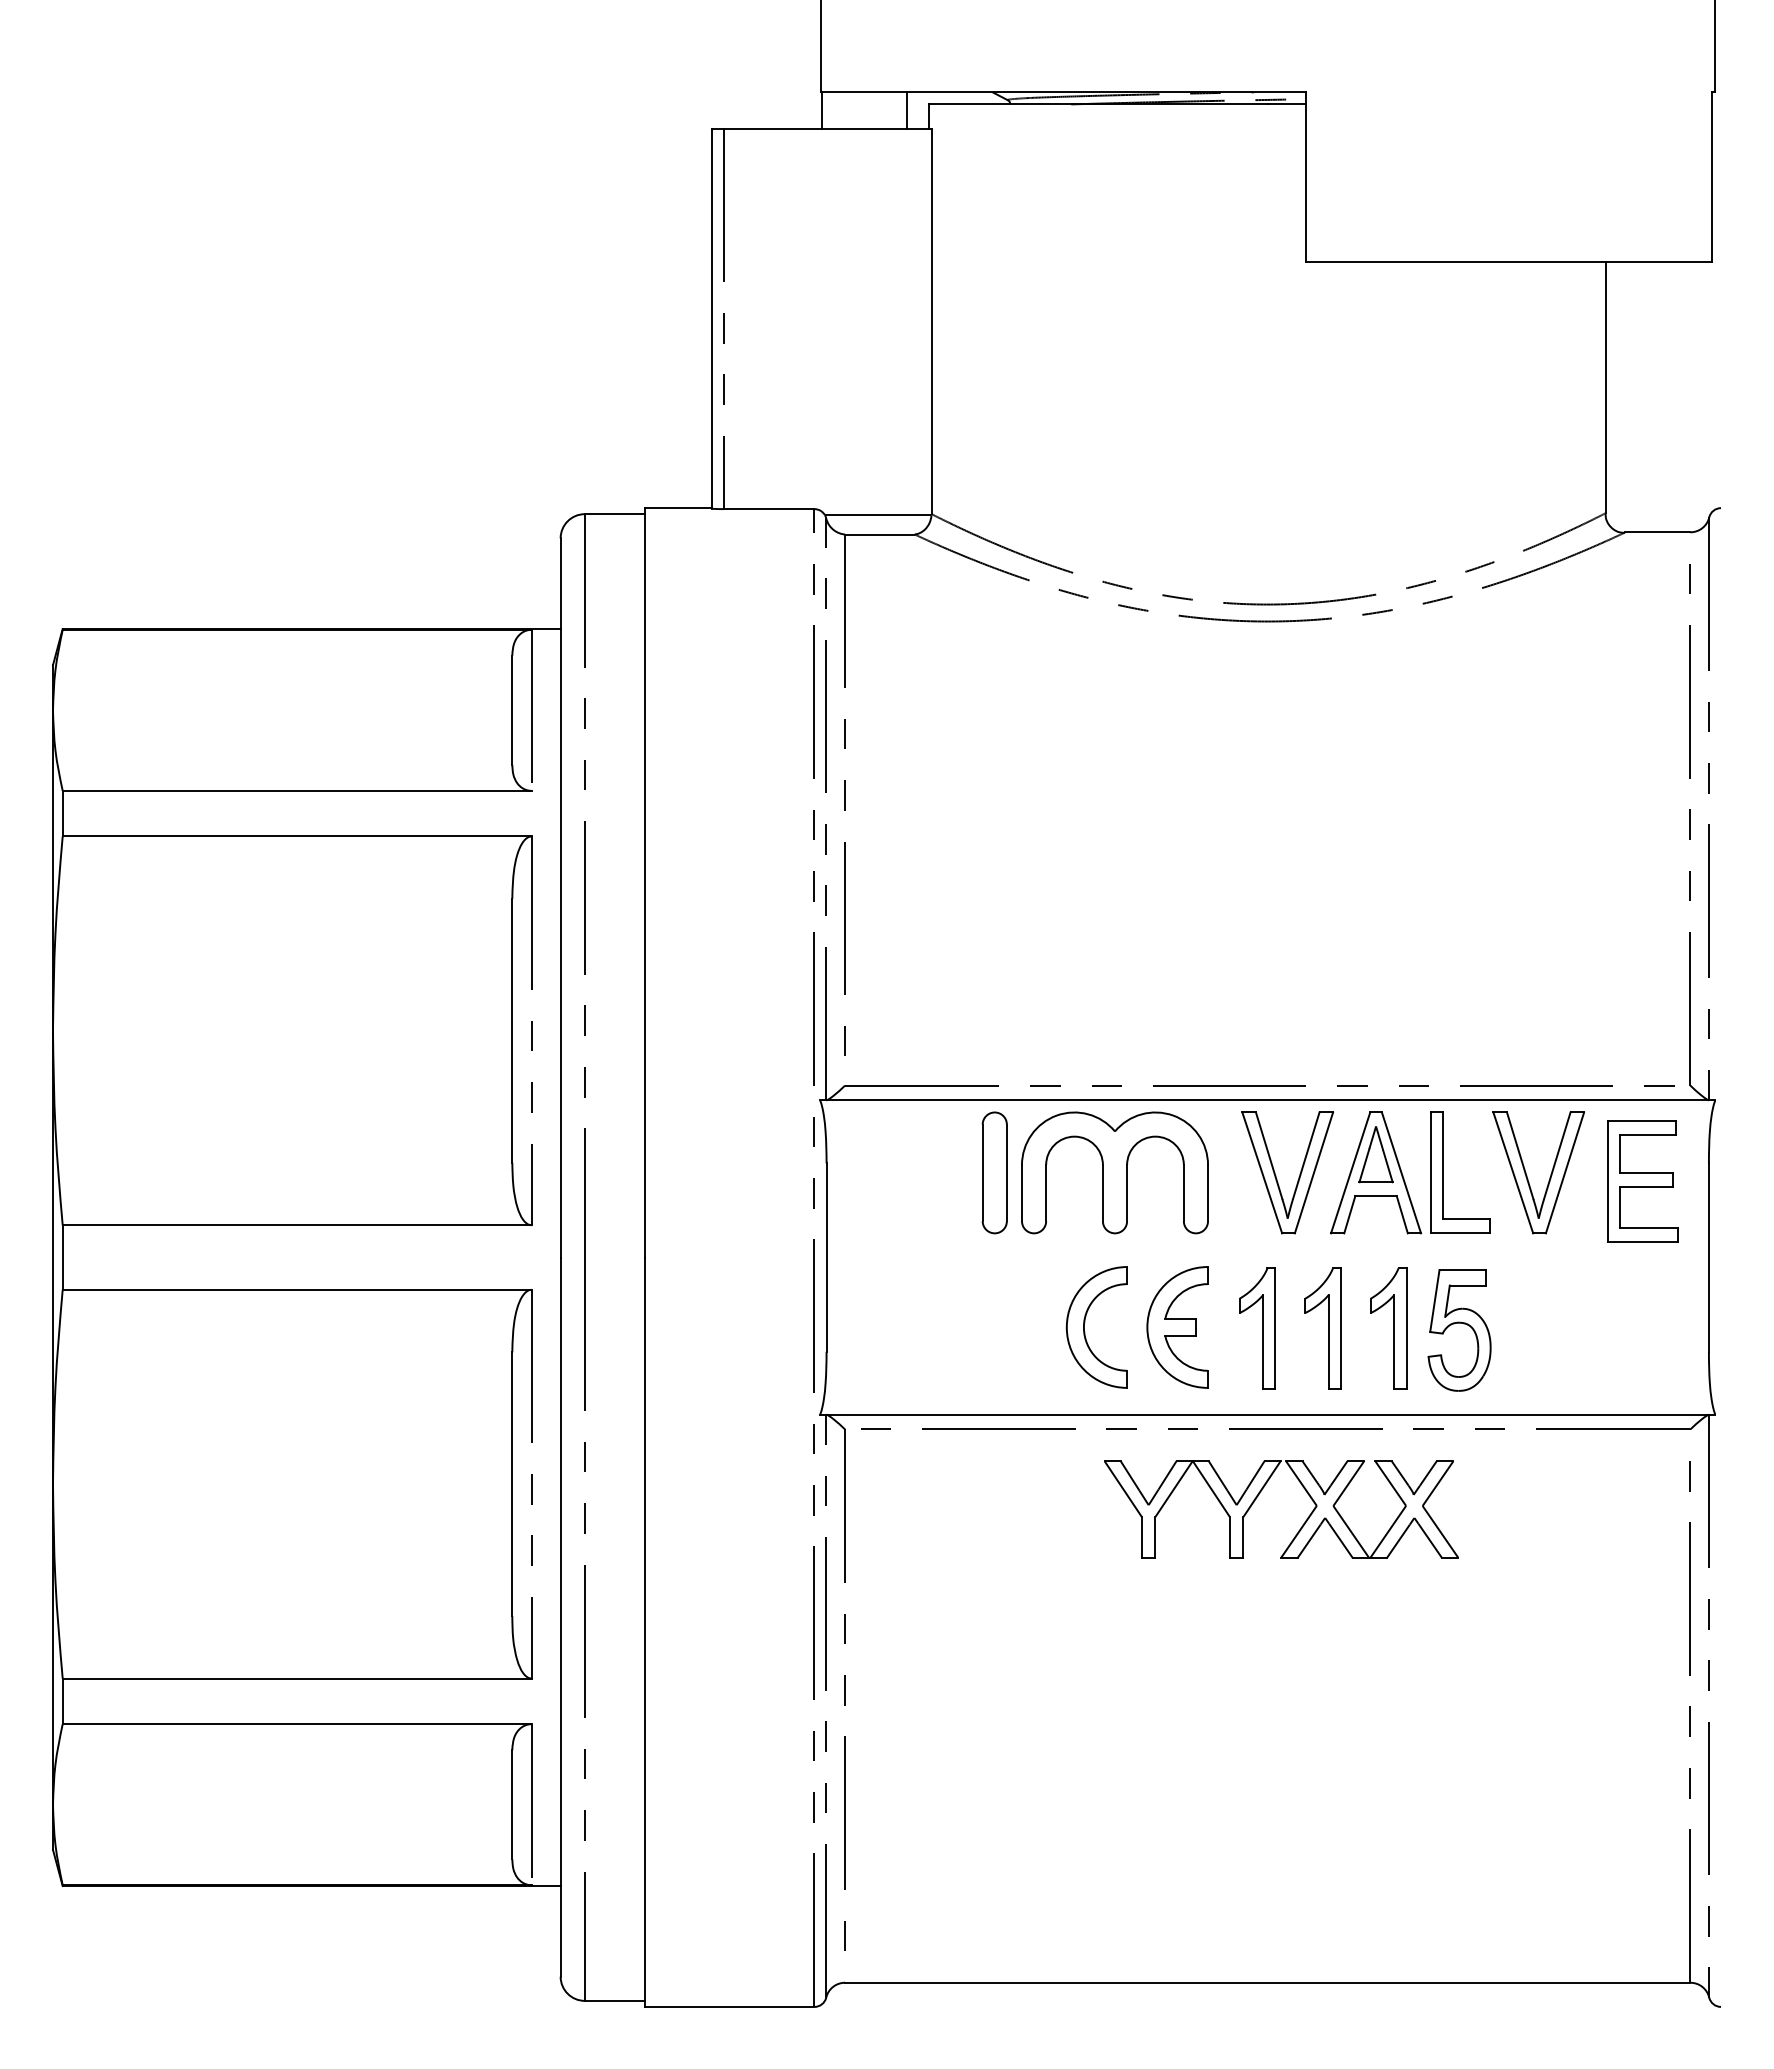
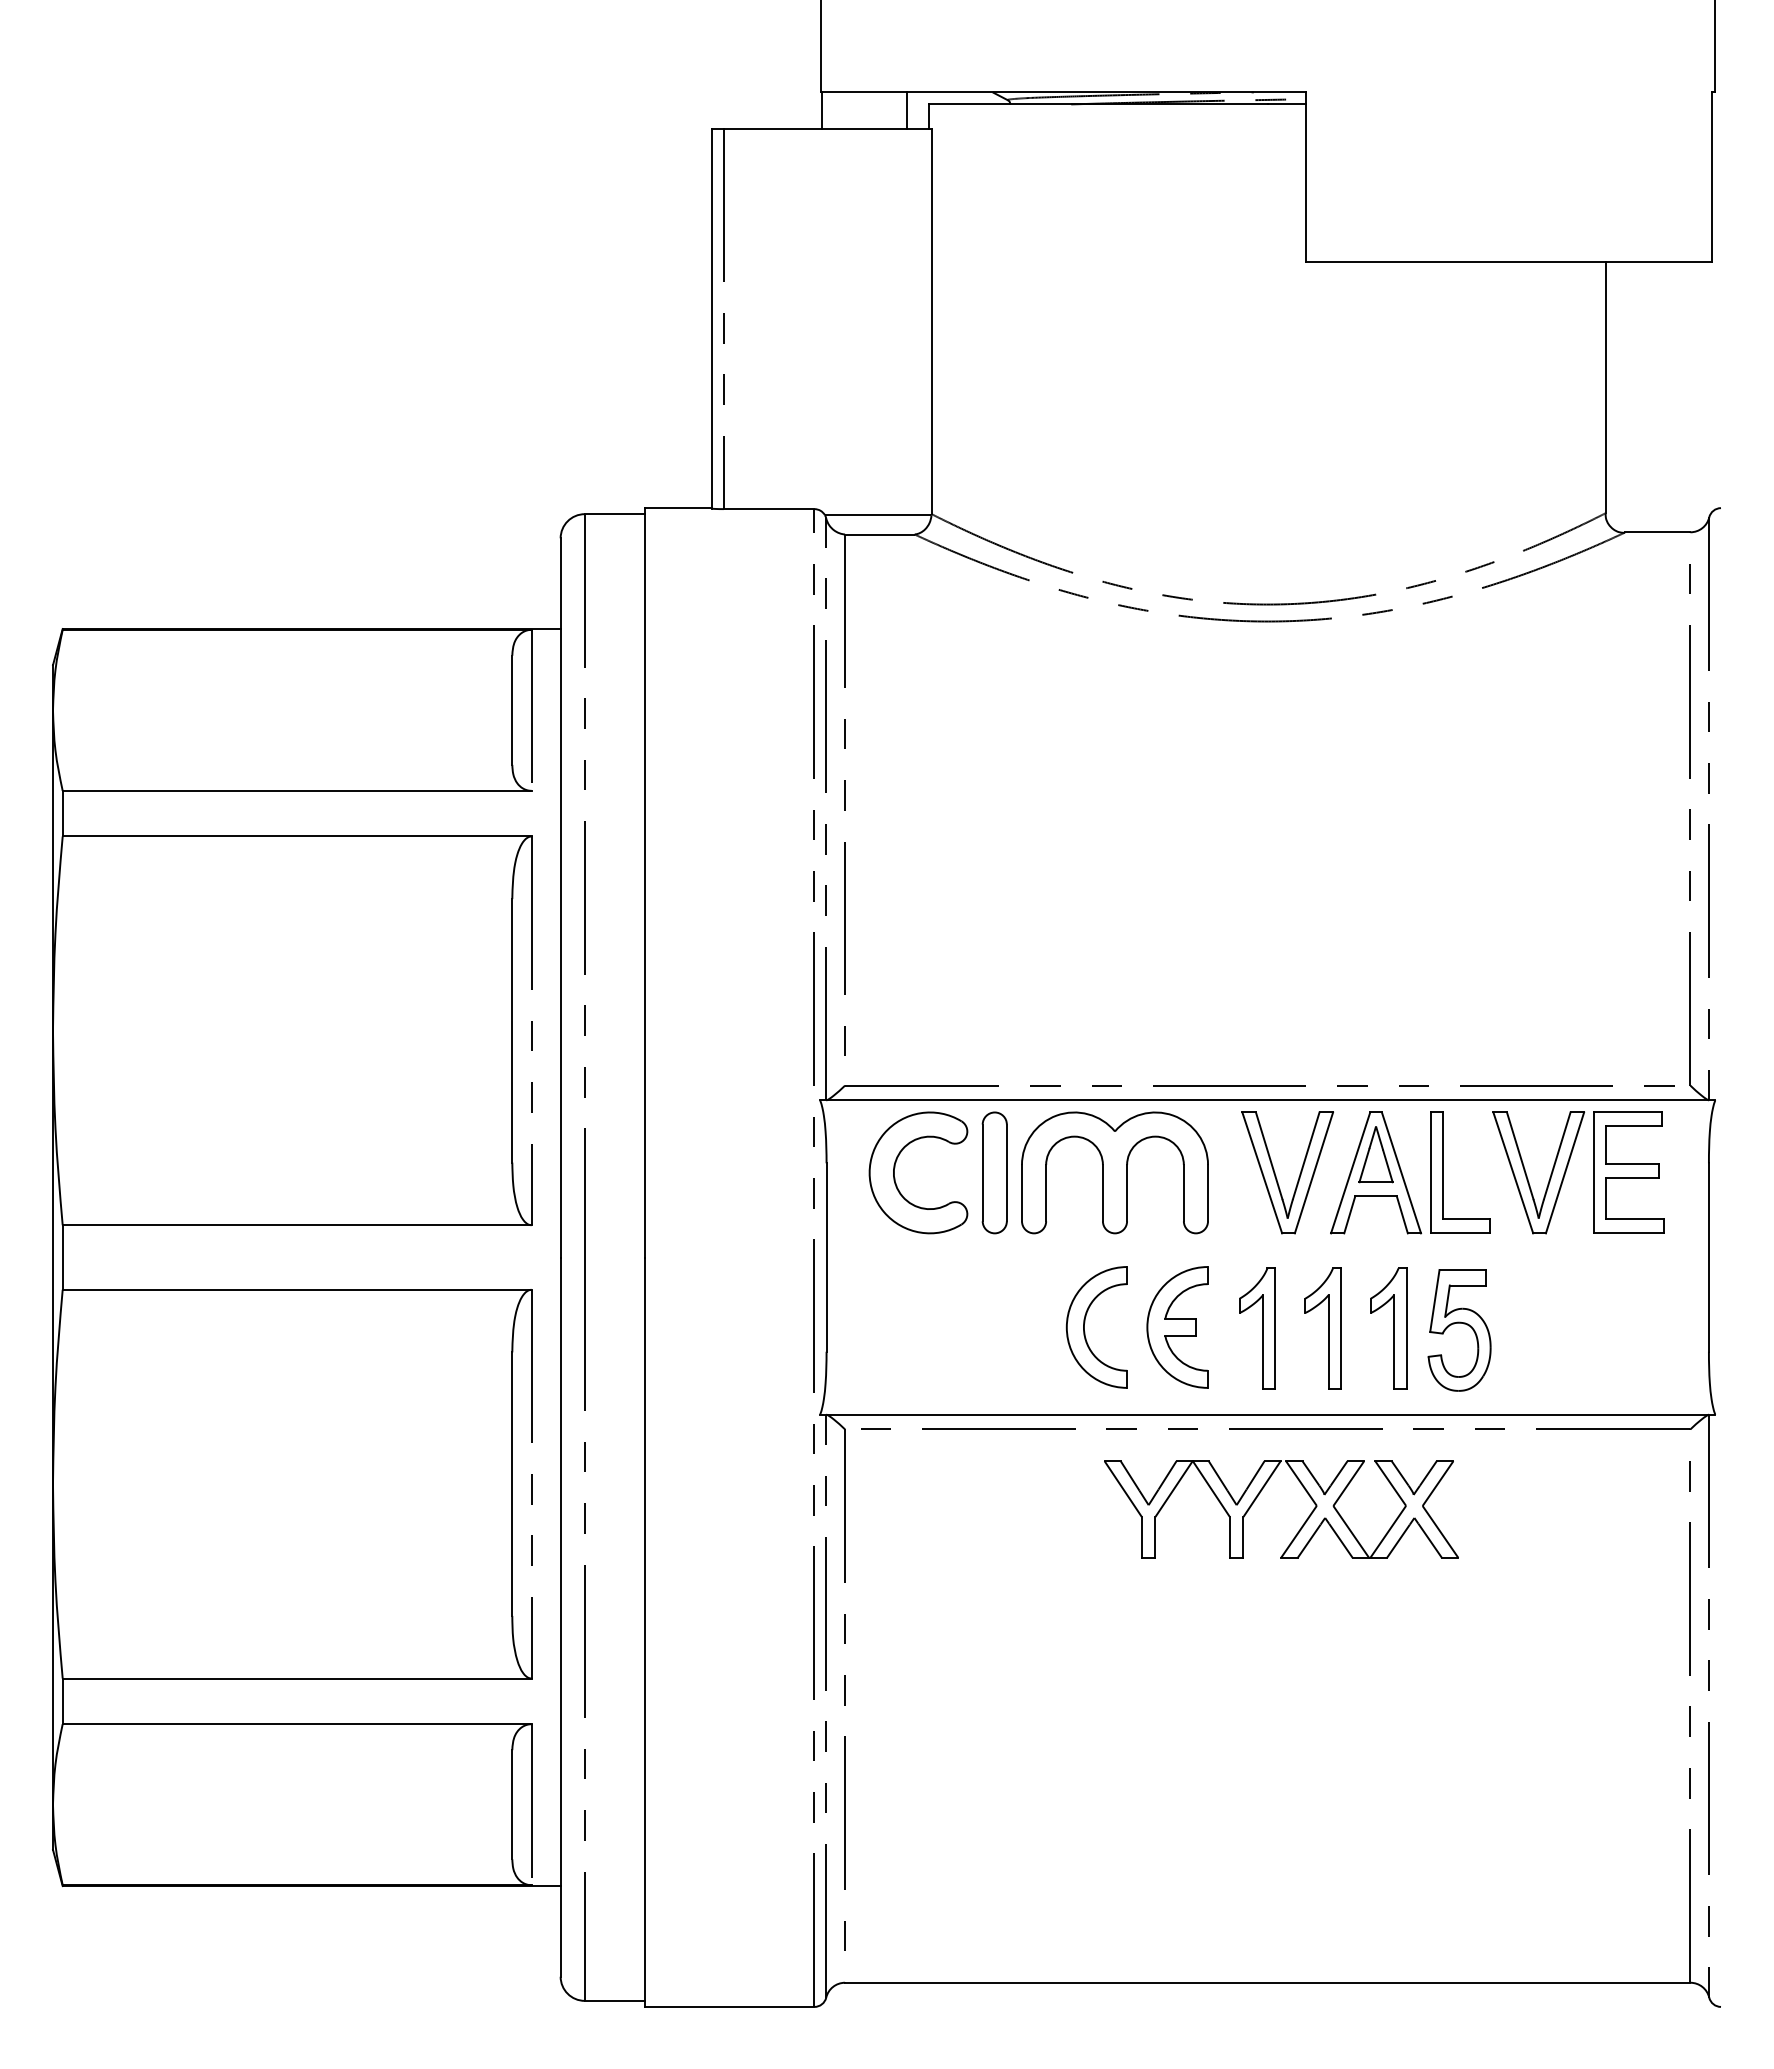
part at (895, 1167): none -> present
part at (1642, 1181) position: (1642, 1181) -> (1628, 1172)
